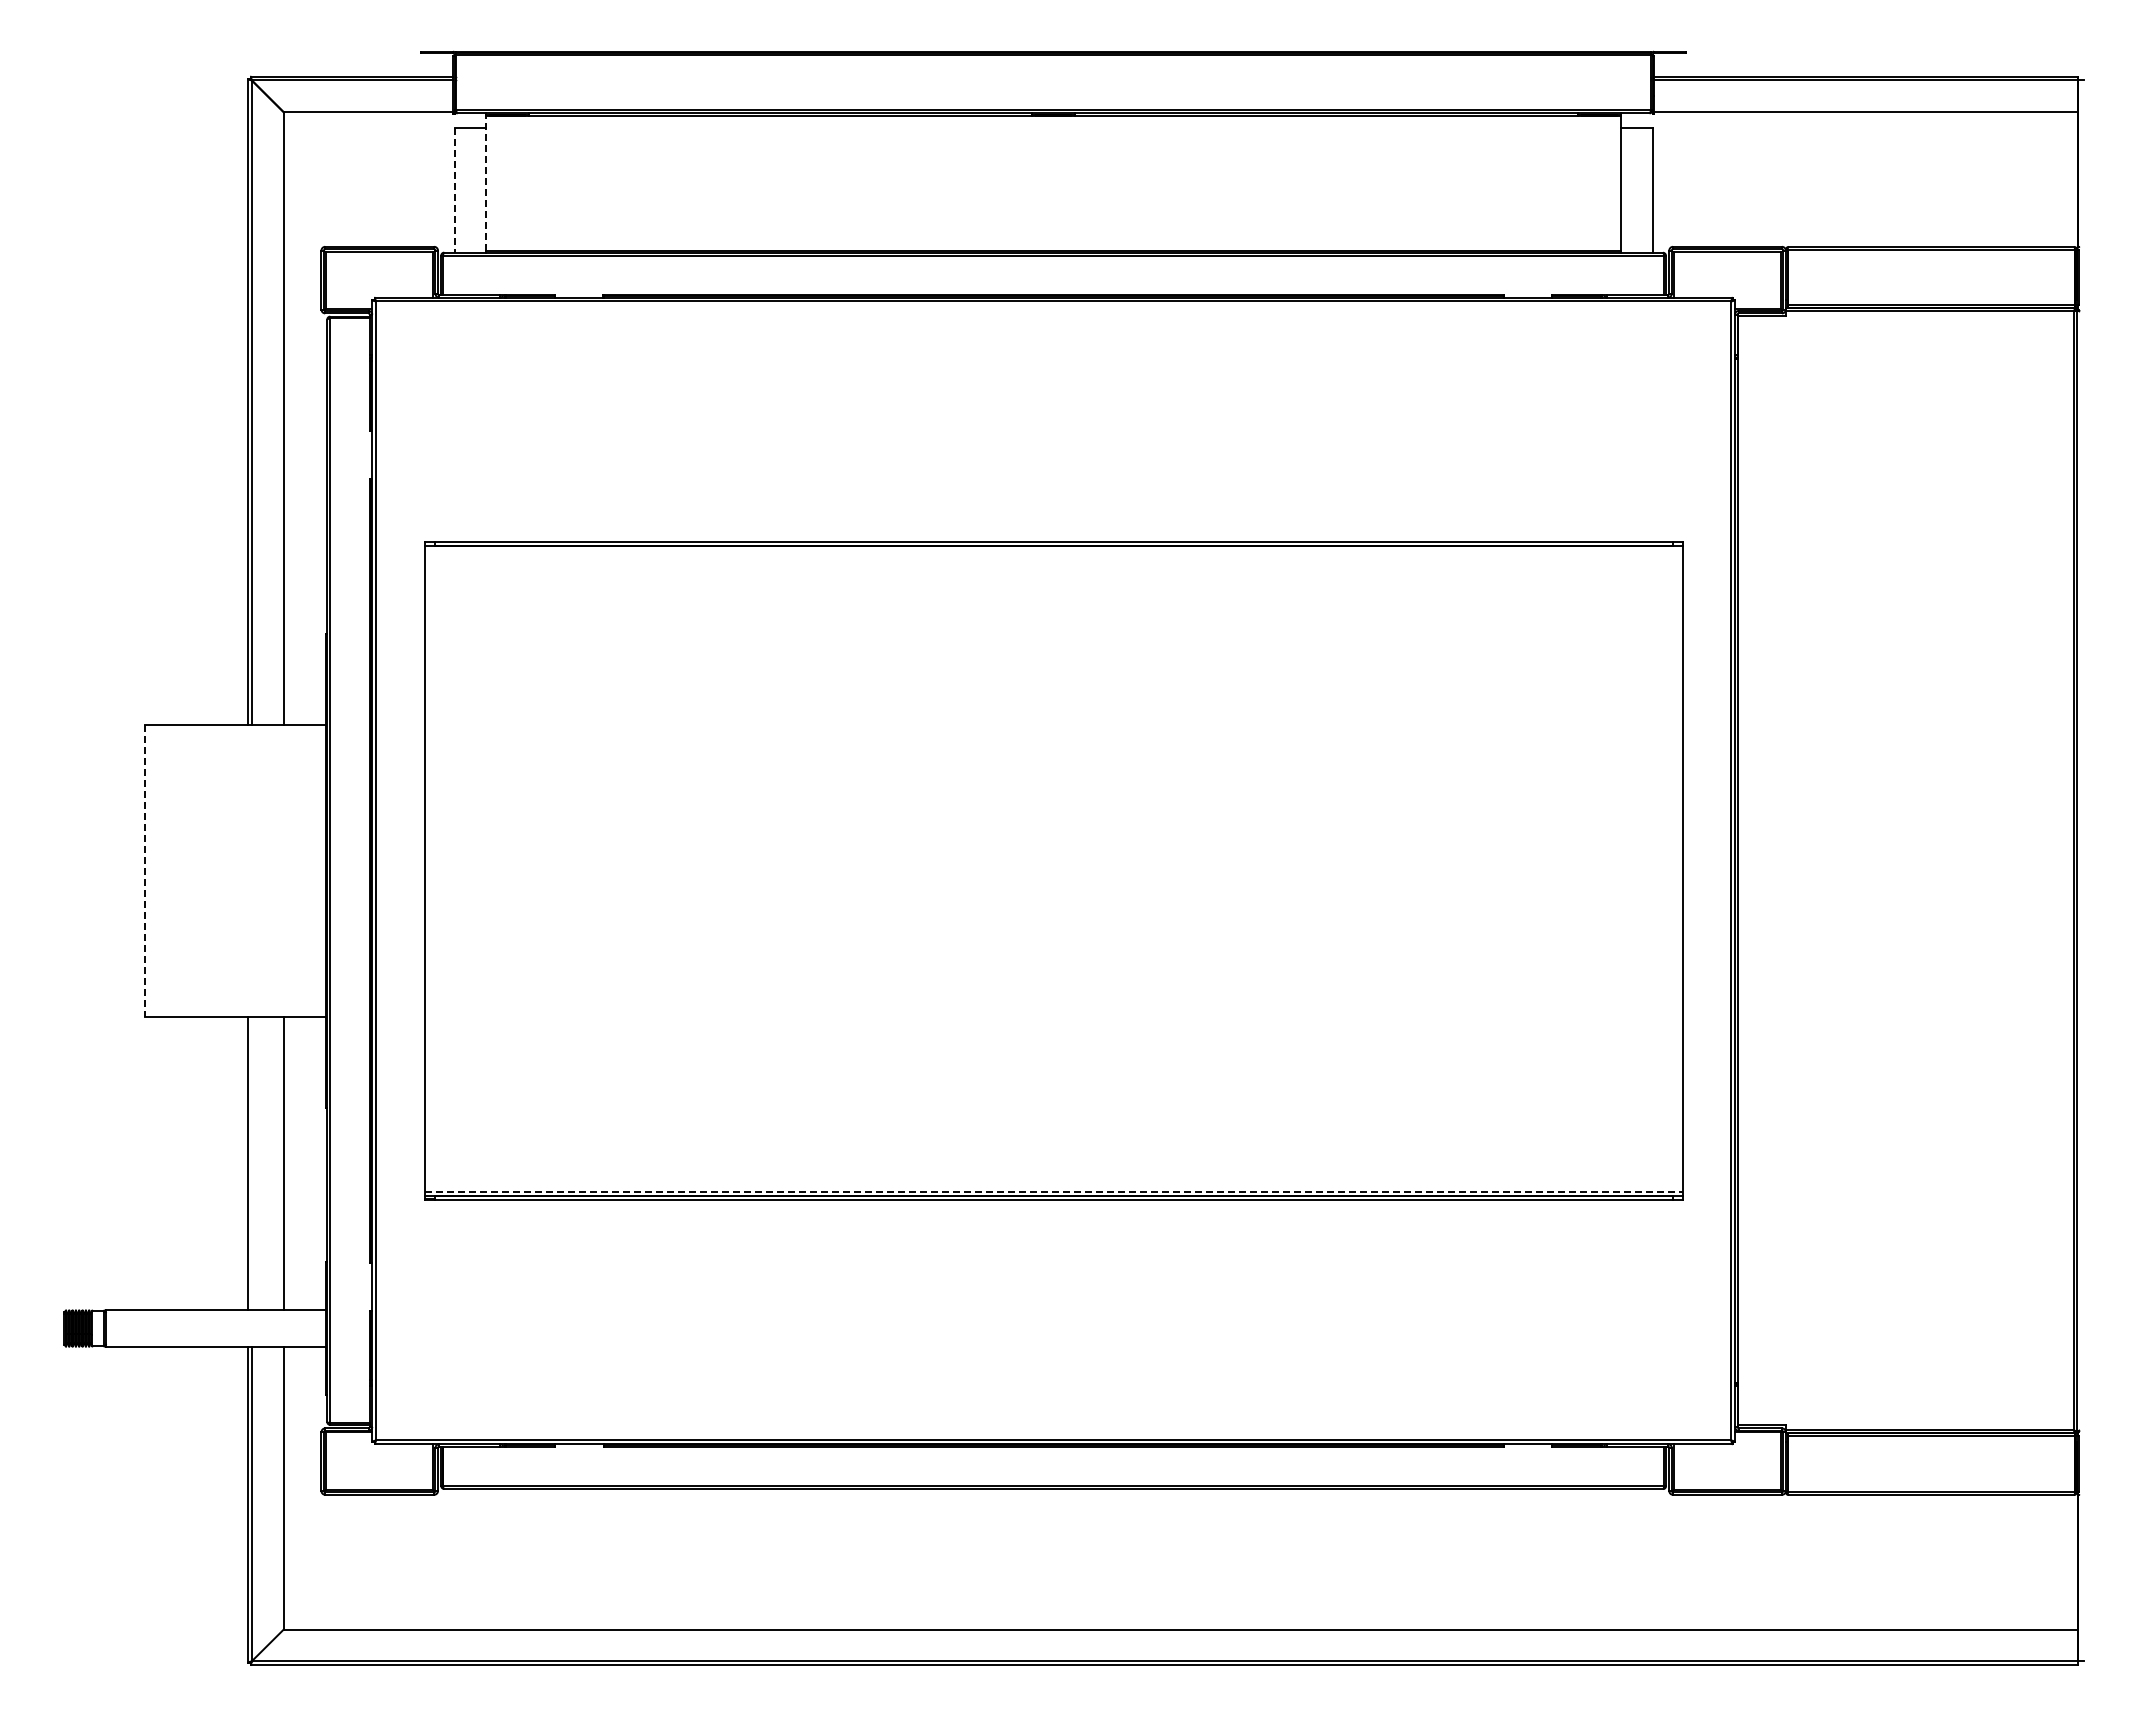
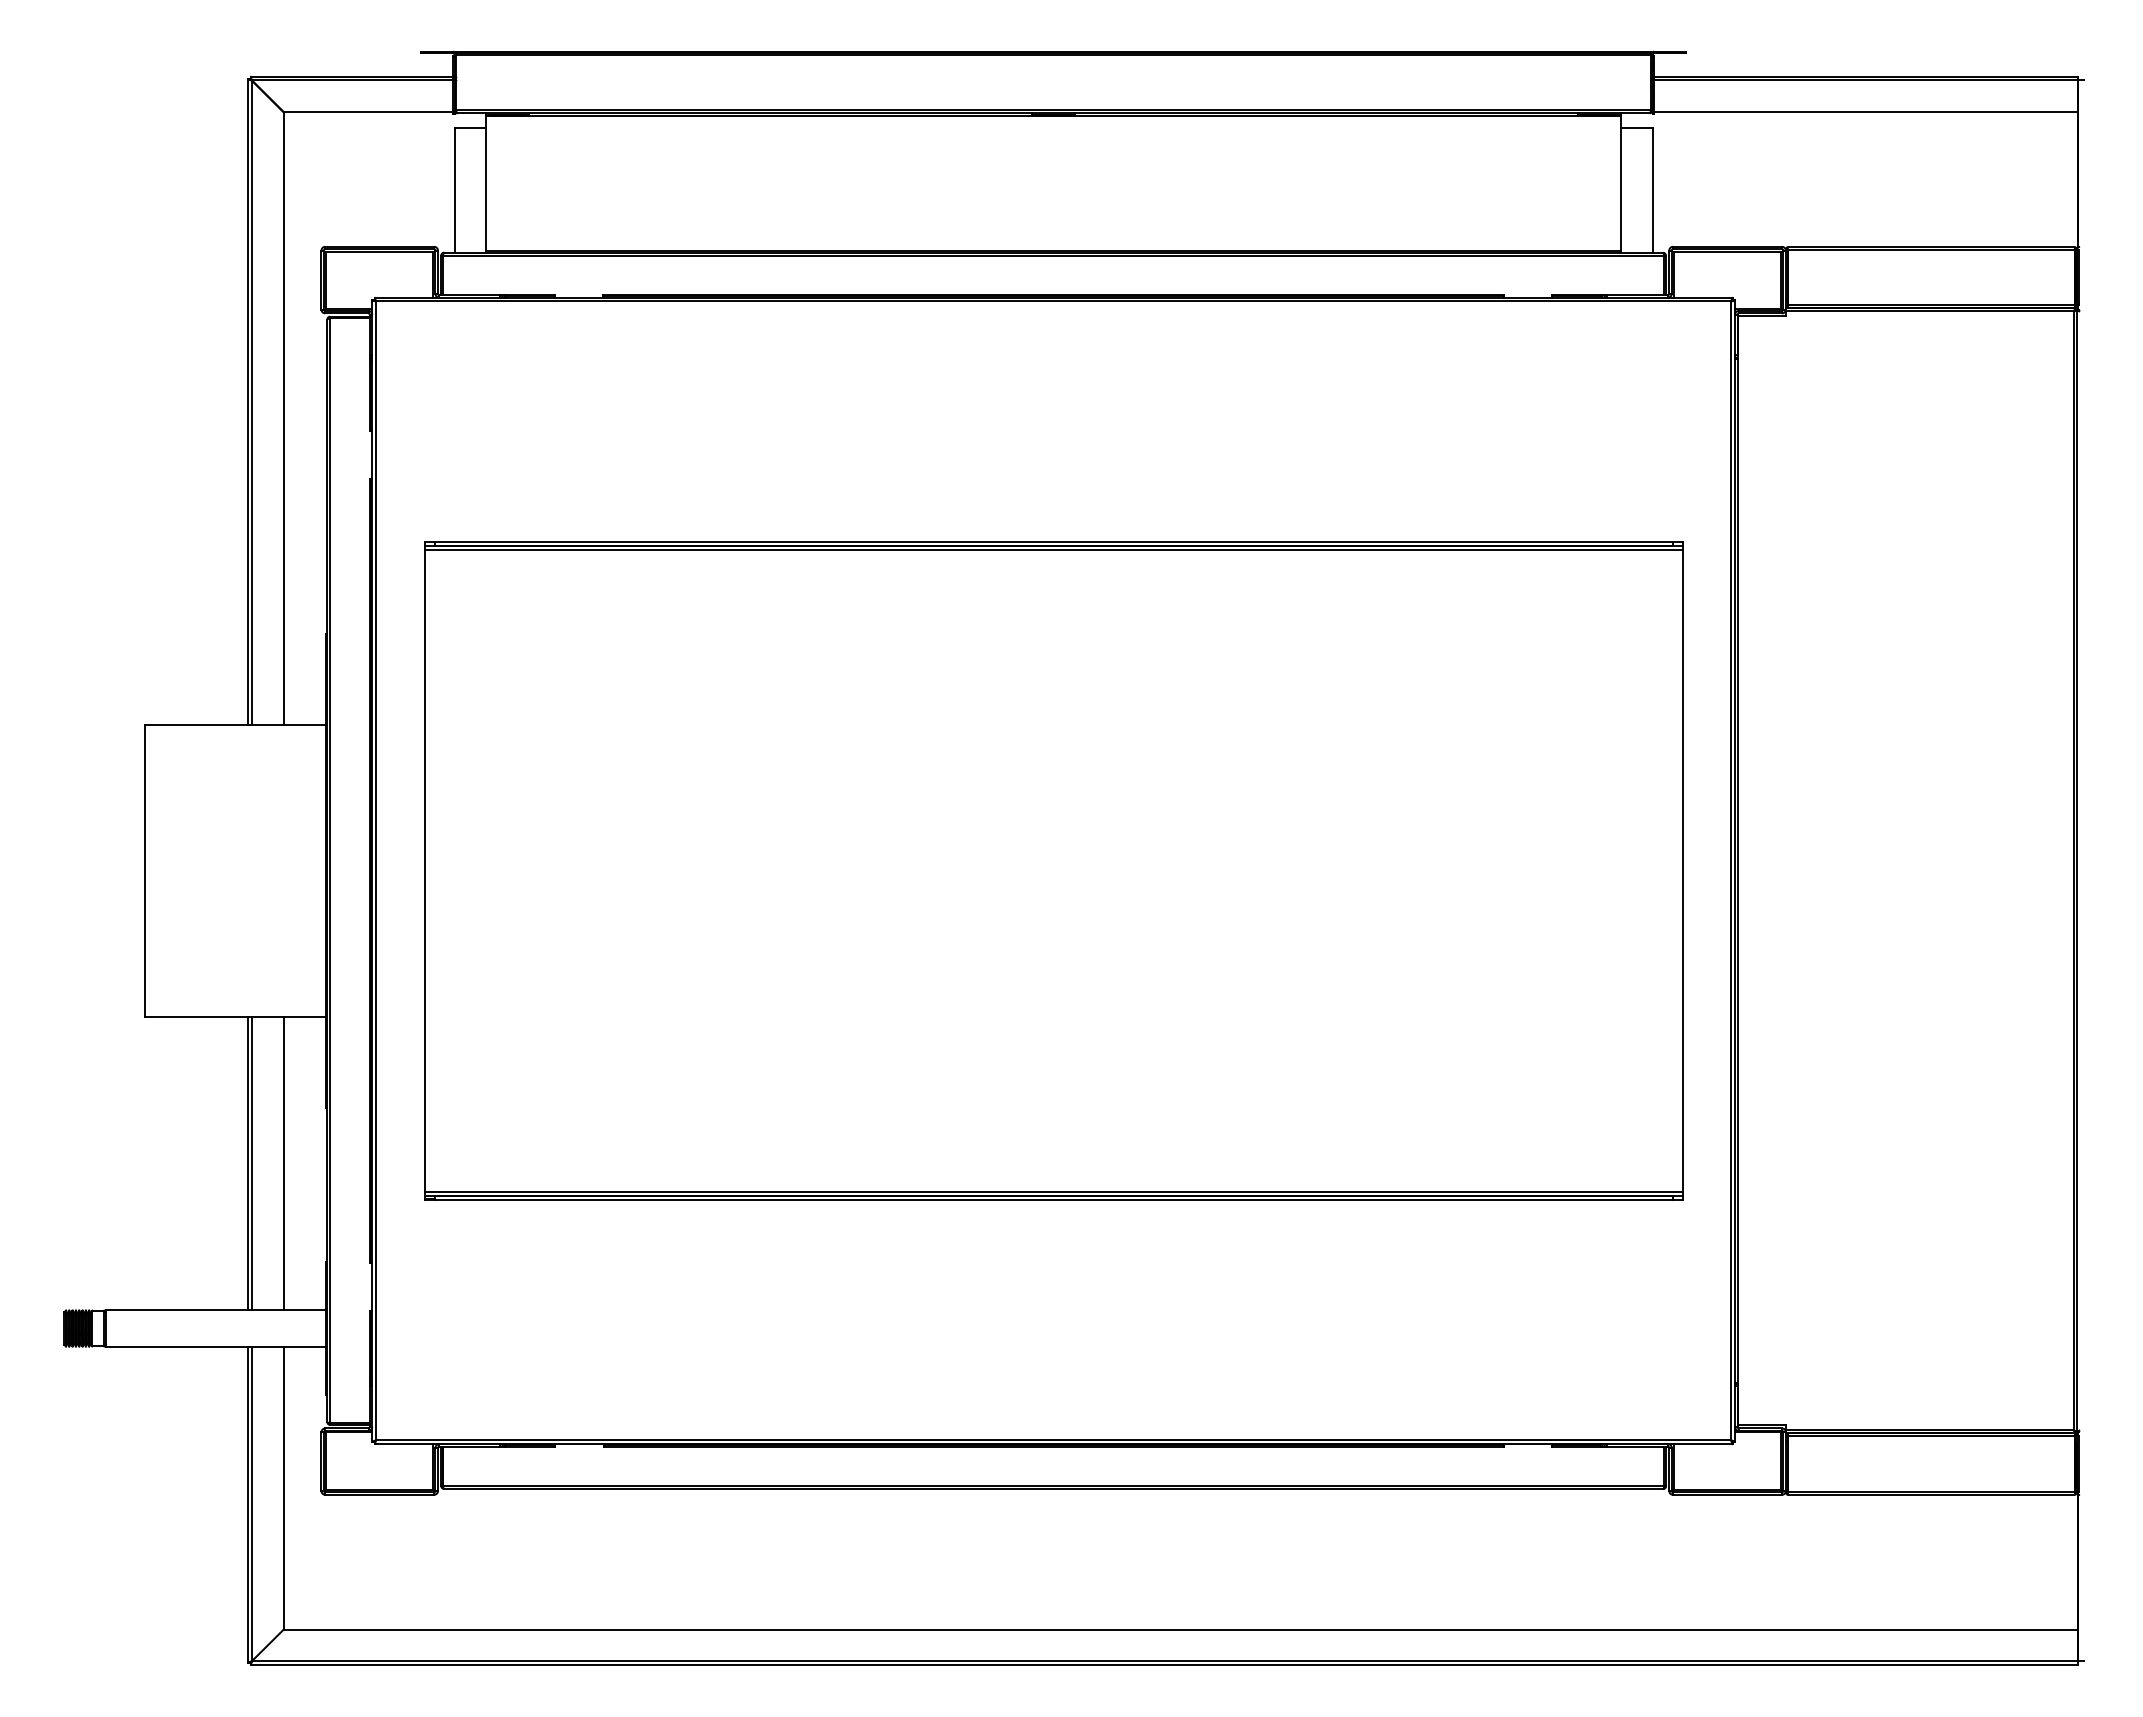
line at (486, 183): dashed -> solid
line at (454, 190): dashed -> solid
line at (1053, 550): none -> present
line at (145, 870): dashed -> solid
line at (251, 1163): none -> present
line at (1054, 1191): dashed -> solid
